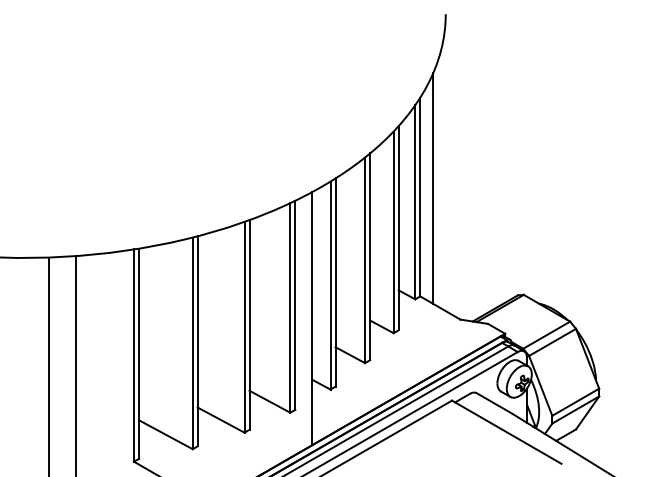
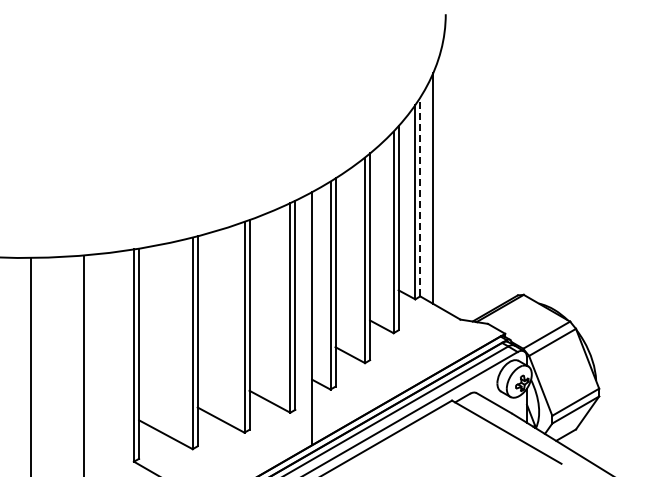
line at (420, 196): solid -> dashed
line at (76, 364) position: (76, 364) -> (84, 364)
line at (49, 365) position: (49, 365) -> (31, 365)
